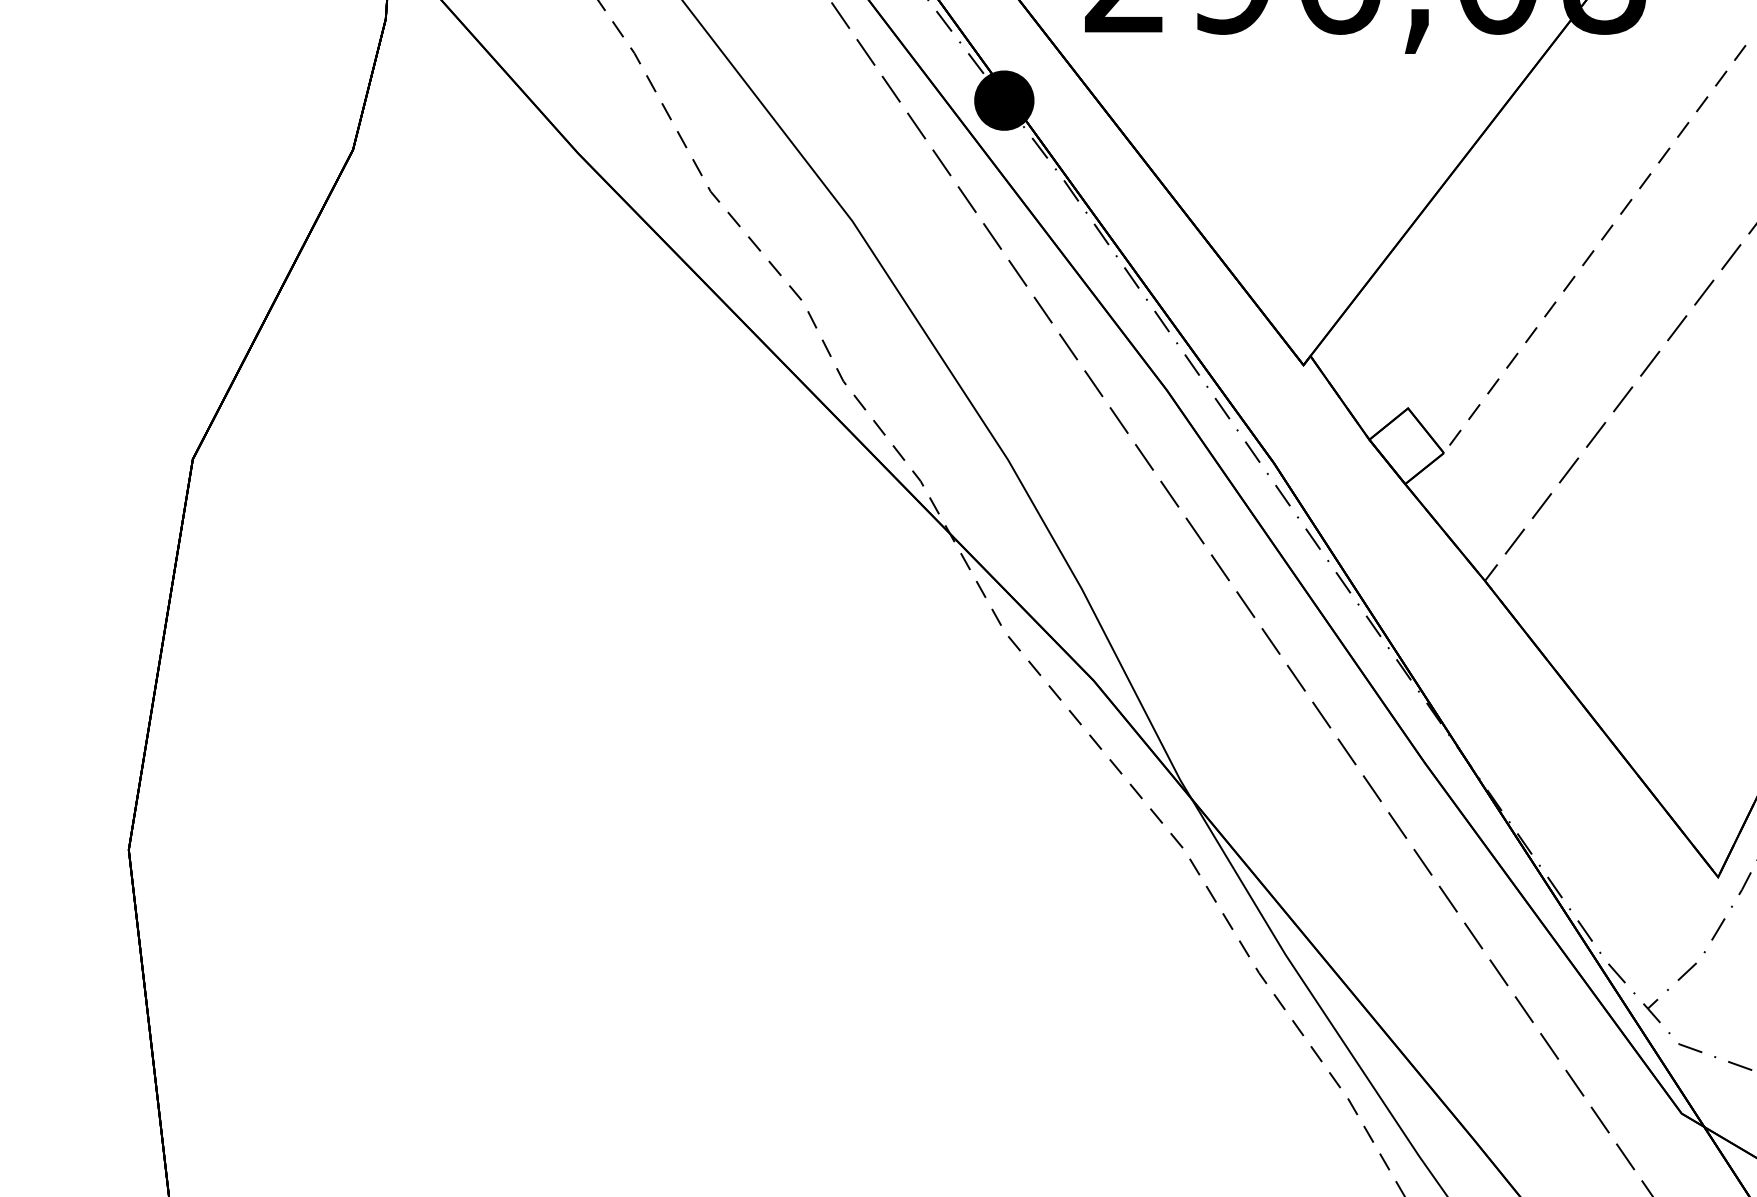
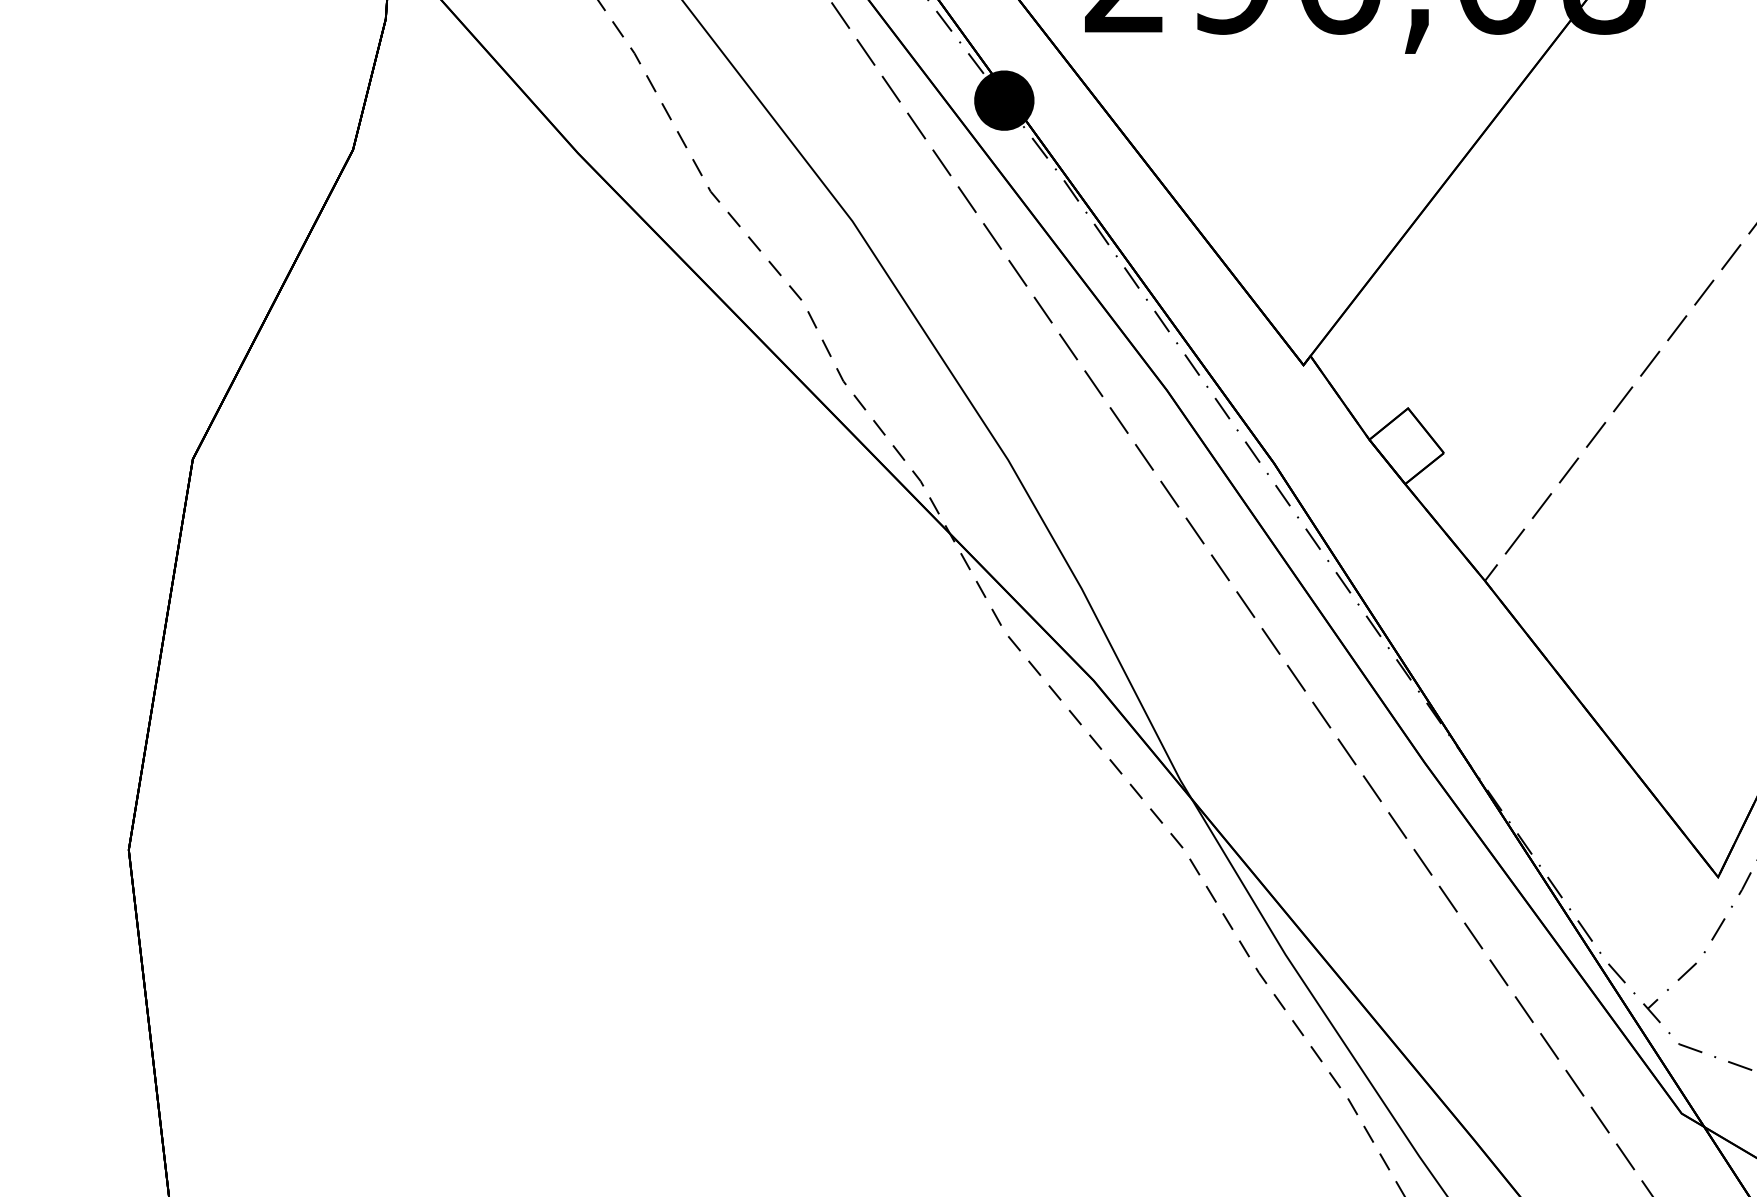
line at (1594, 250): present -> none
